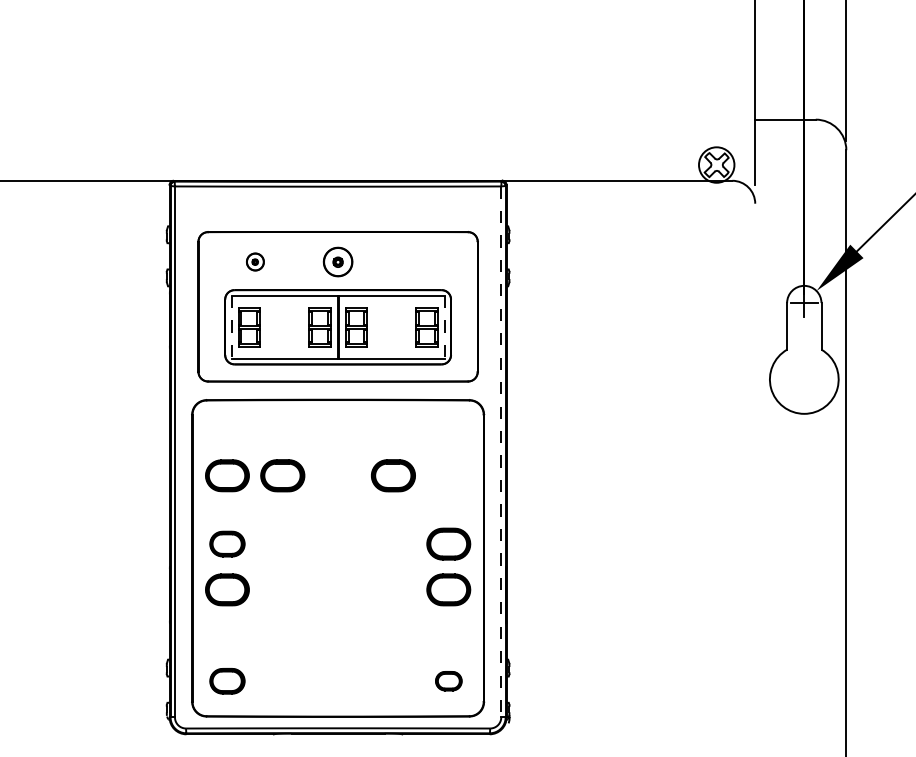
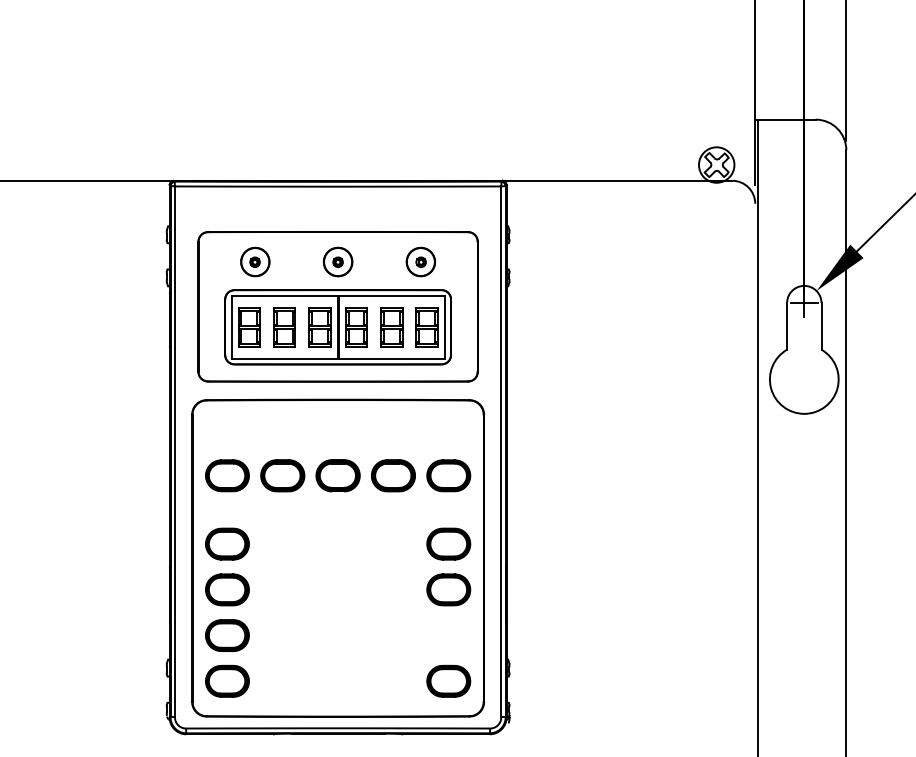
part at (255, 261) size: 19x20 px -> 31x32 px
part at (420, 261): none -> present
line at (231, 327): dashed -> solid
part at (284, 327): none -> present
part at (391, 327): none -> present
line at (444, 327): dashed -> solid
line at (758, 436): none -> present
line at (501, 451): dashed -> solid
part at (337, 475): none -> present
part at (448, 475): none -> present
part at (227, 543) size: 37x28 px -> 45x34 px
part at (227, 635): none -> present
part at (227, 681) size: 37x27 px -> 45x34 px
part at (448, 681) size: 28x21 px -> 46x34 px
